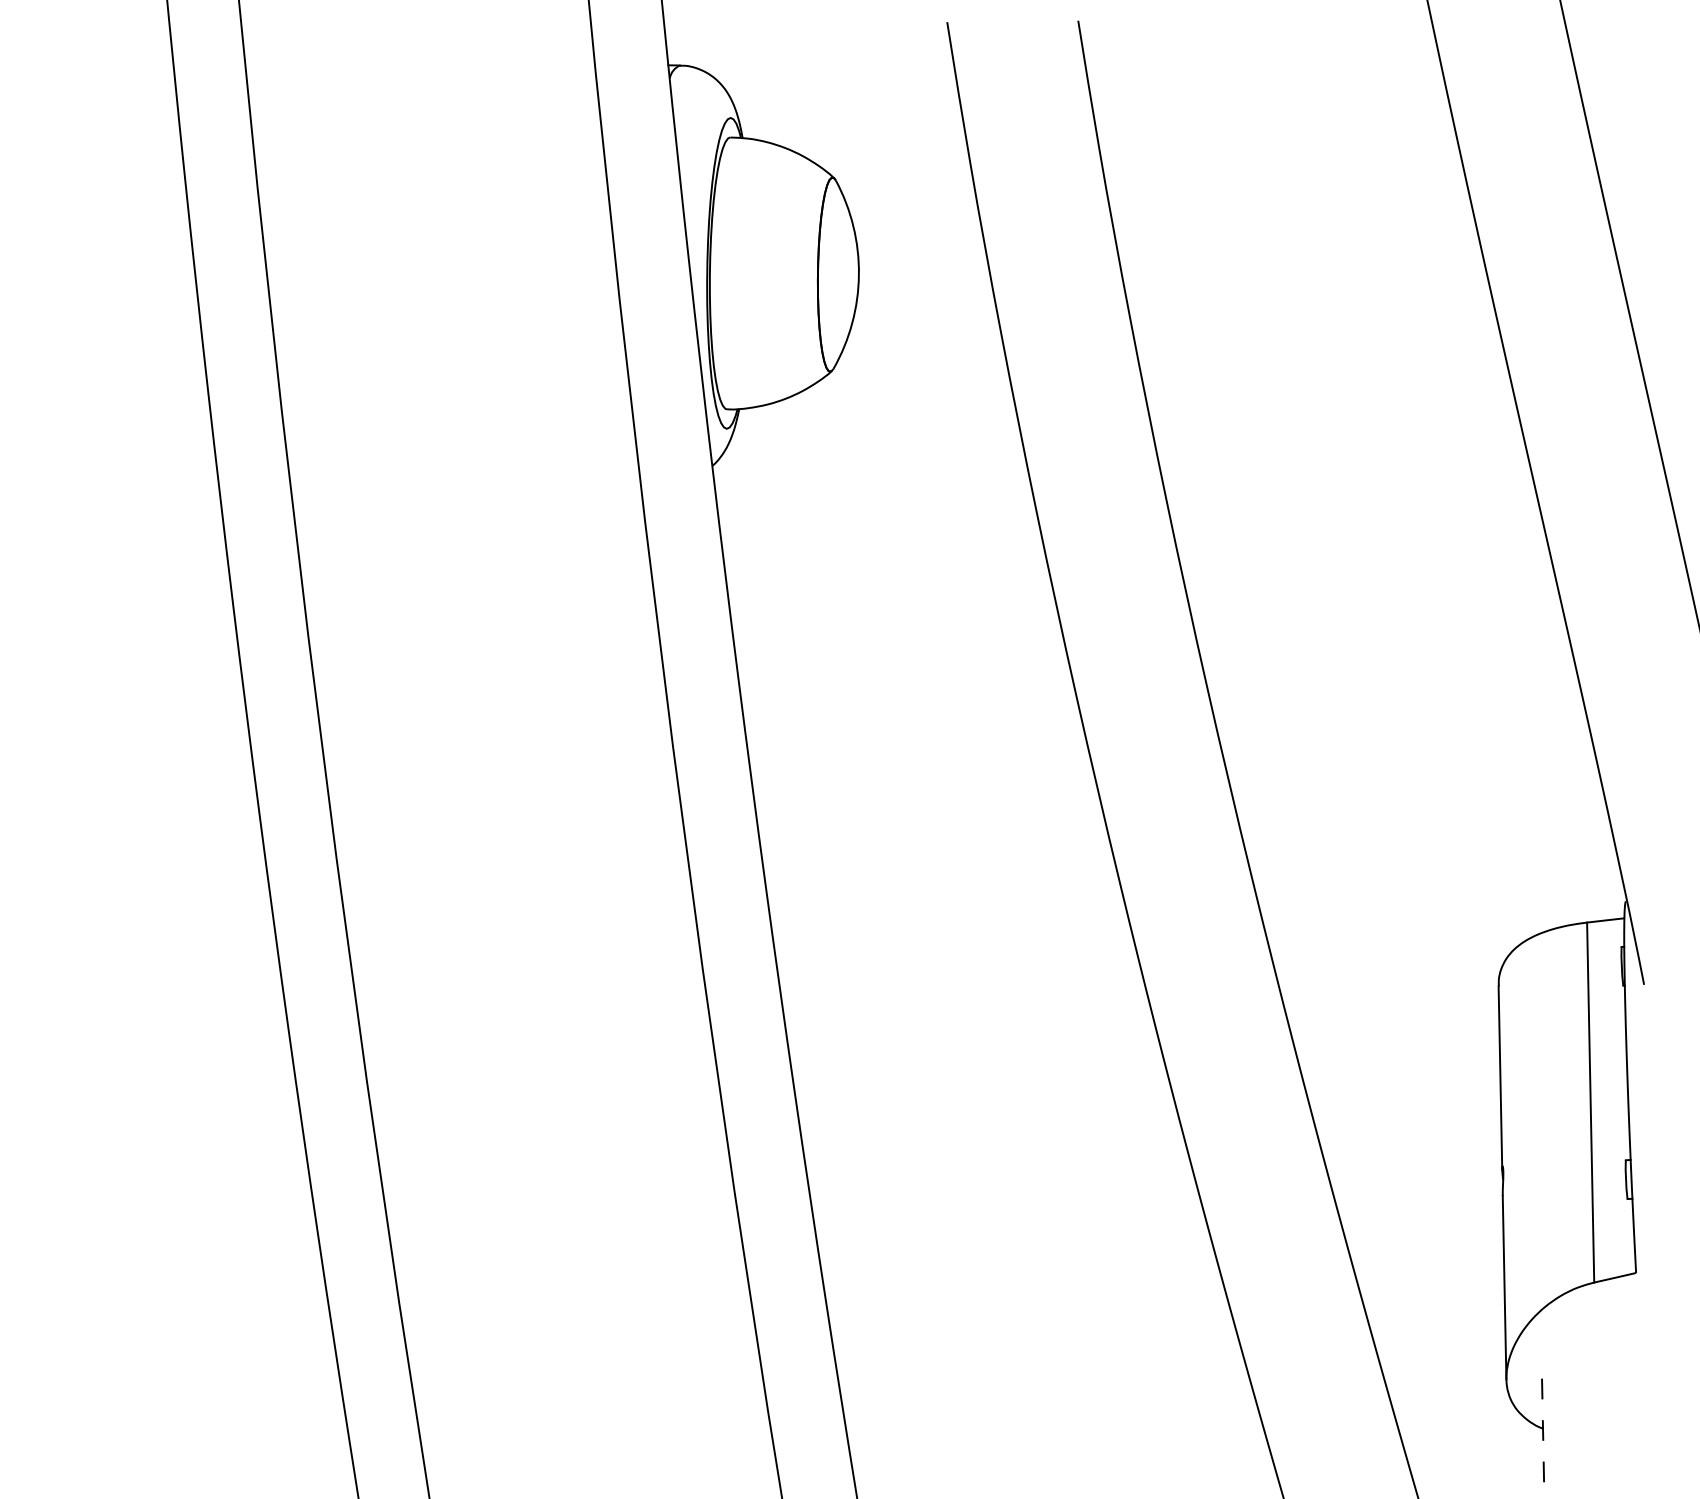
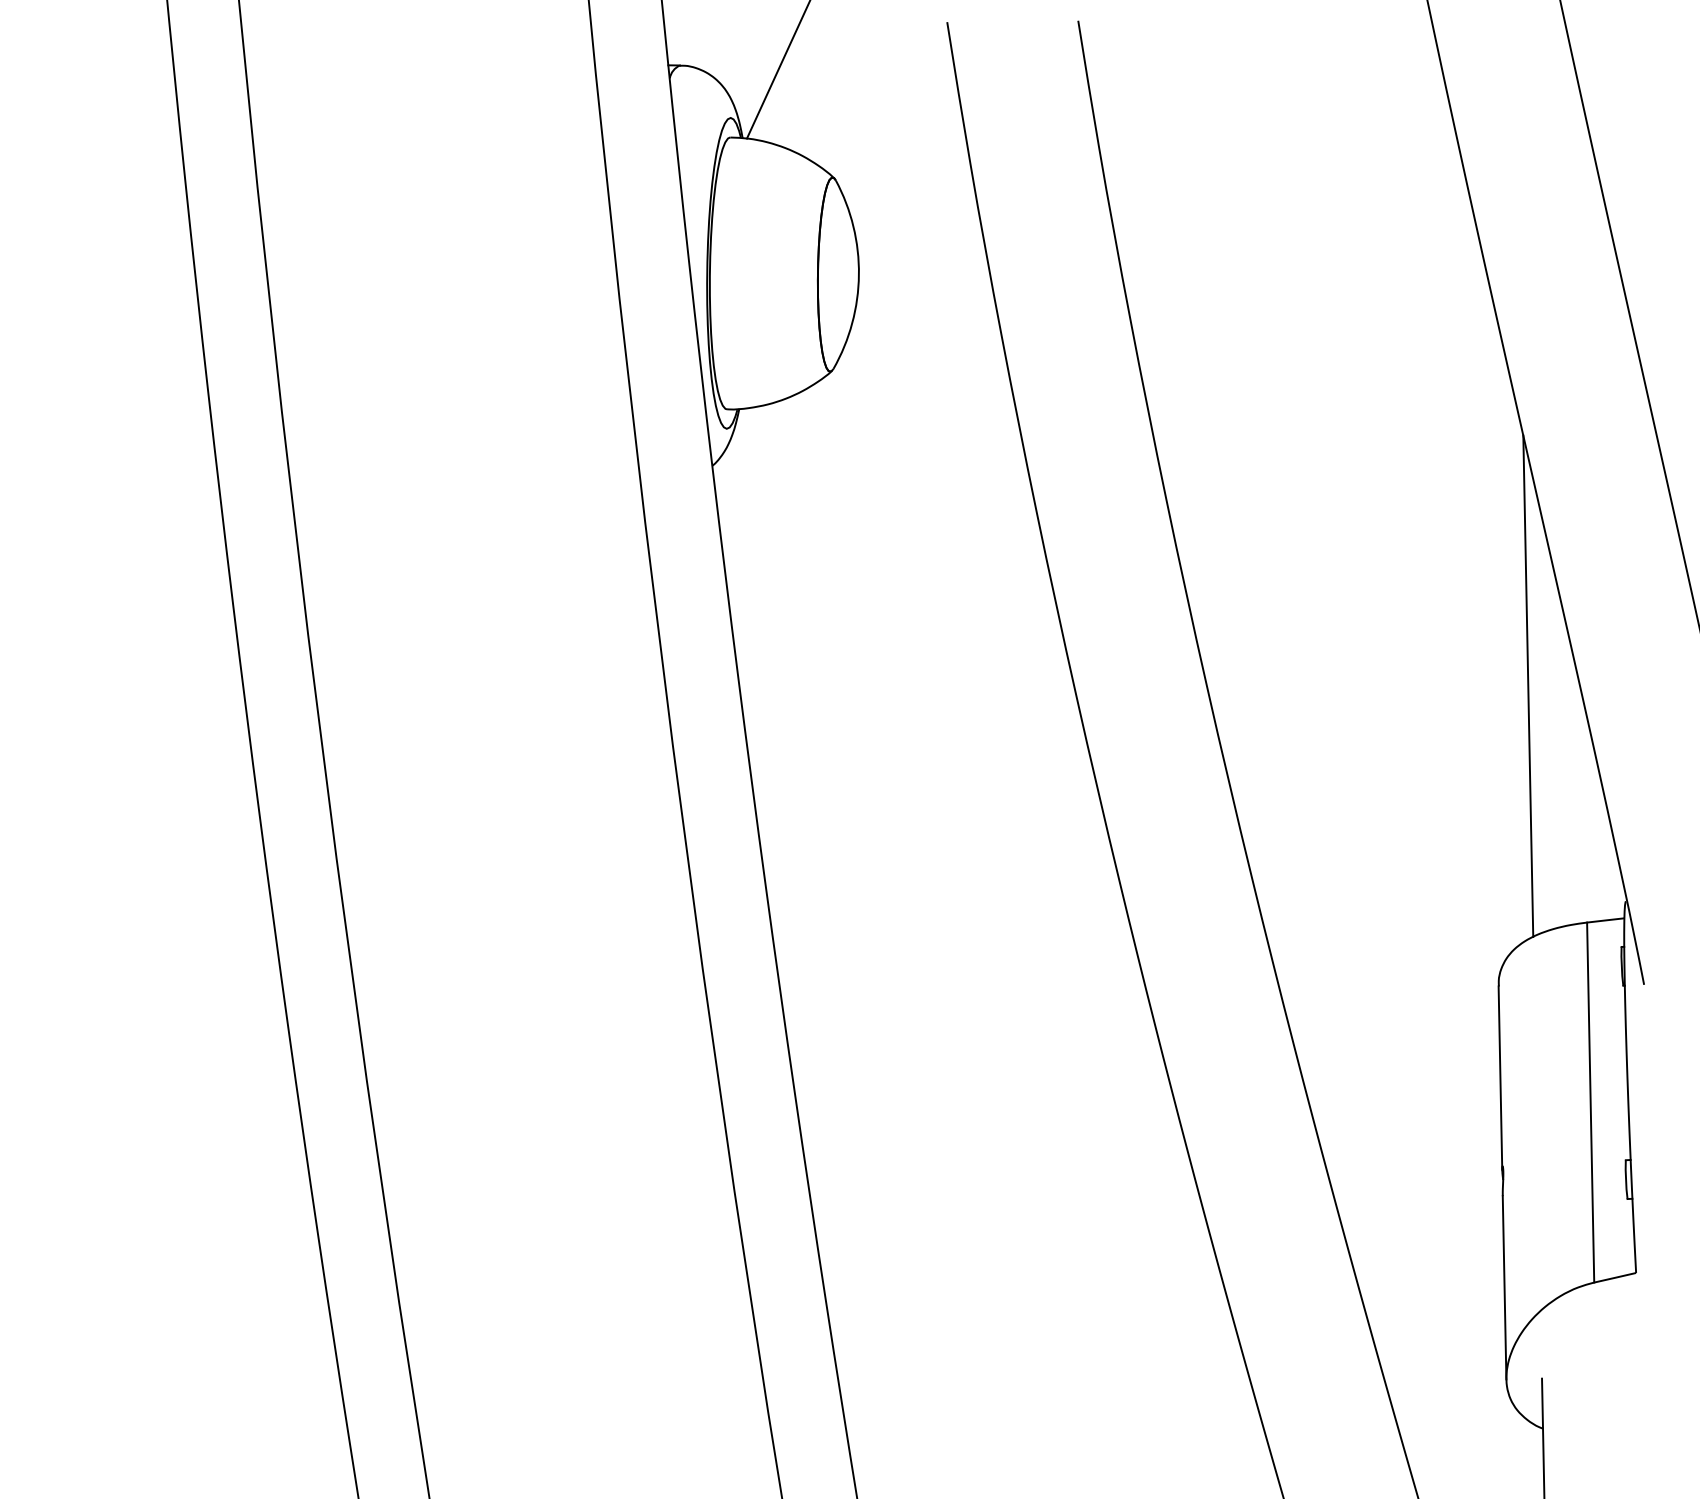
line at (777, 70): none -> present
line at (1528, 685): none -> present
line at (1543, 1438): dashed -> solid
